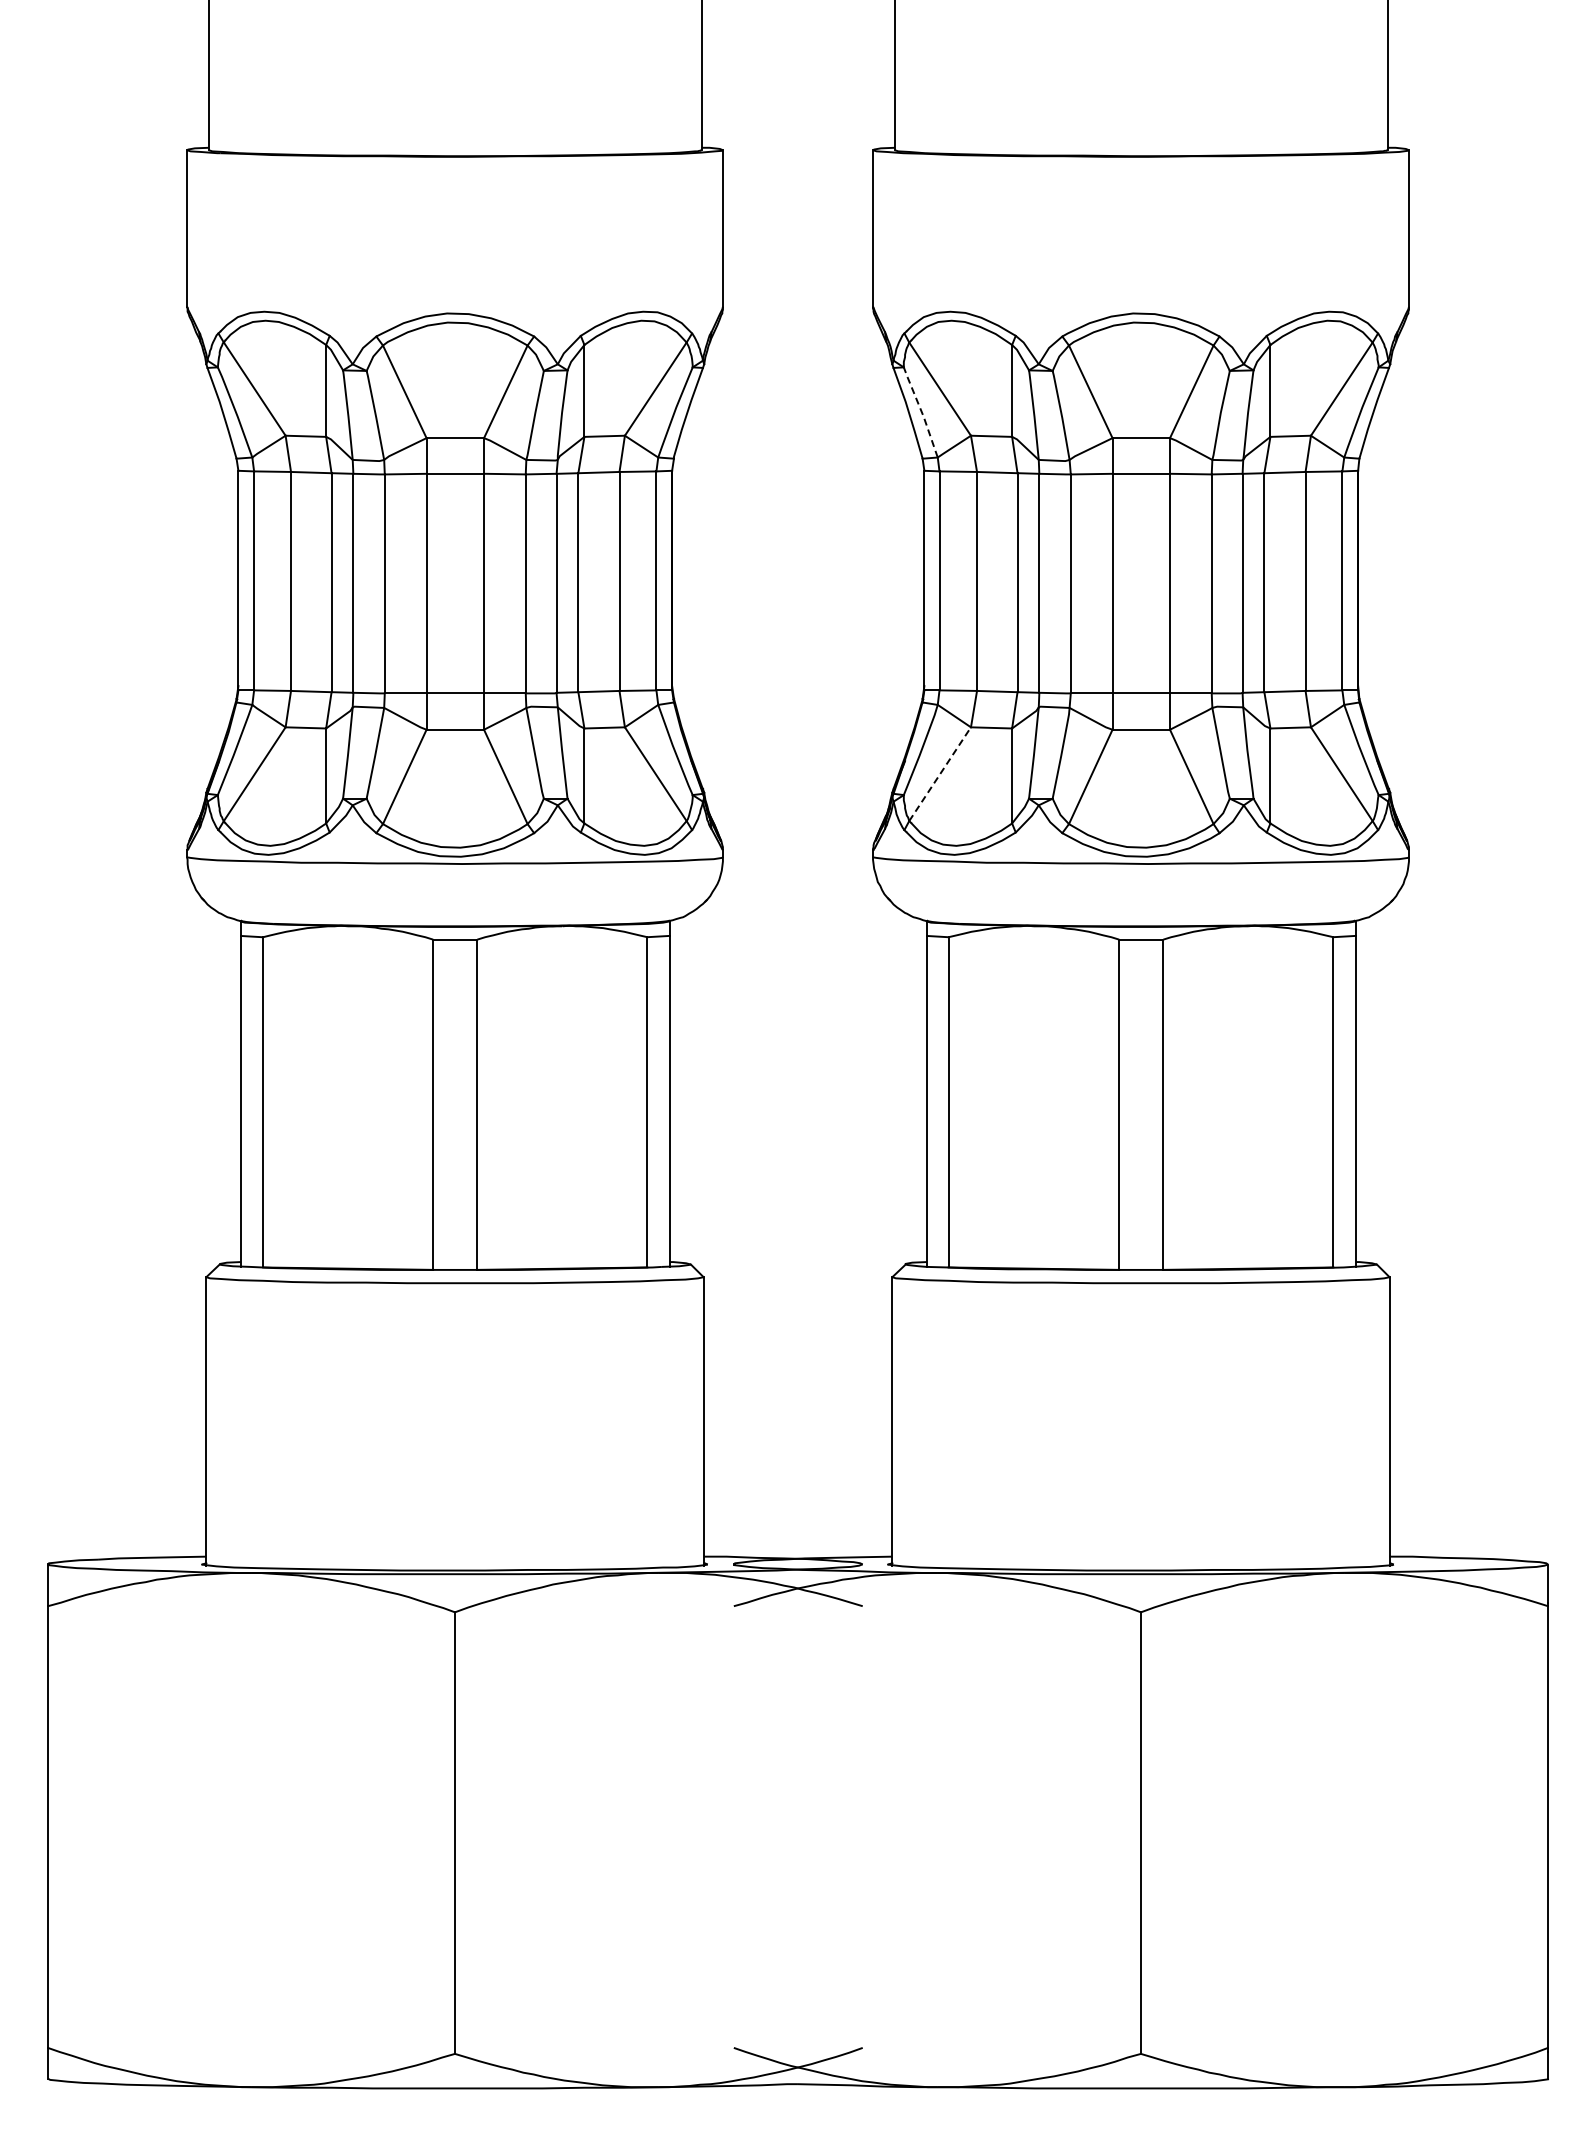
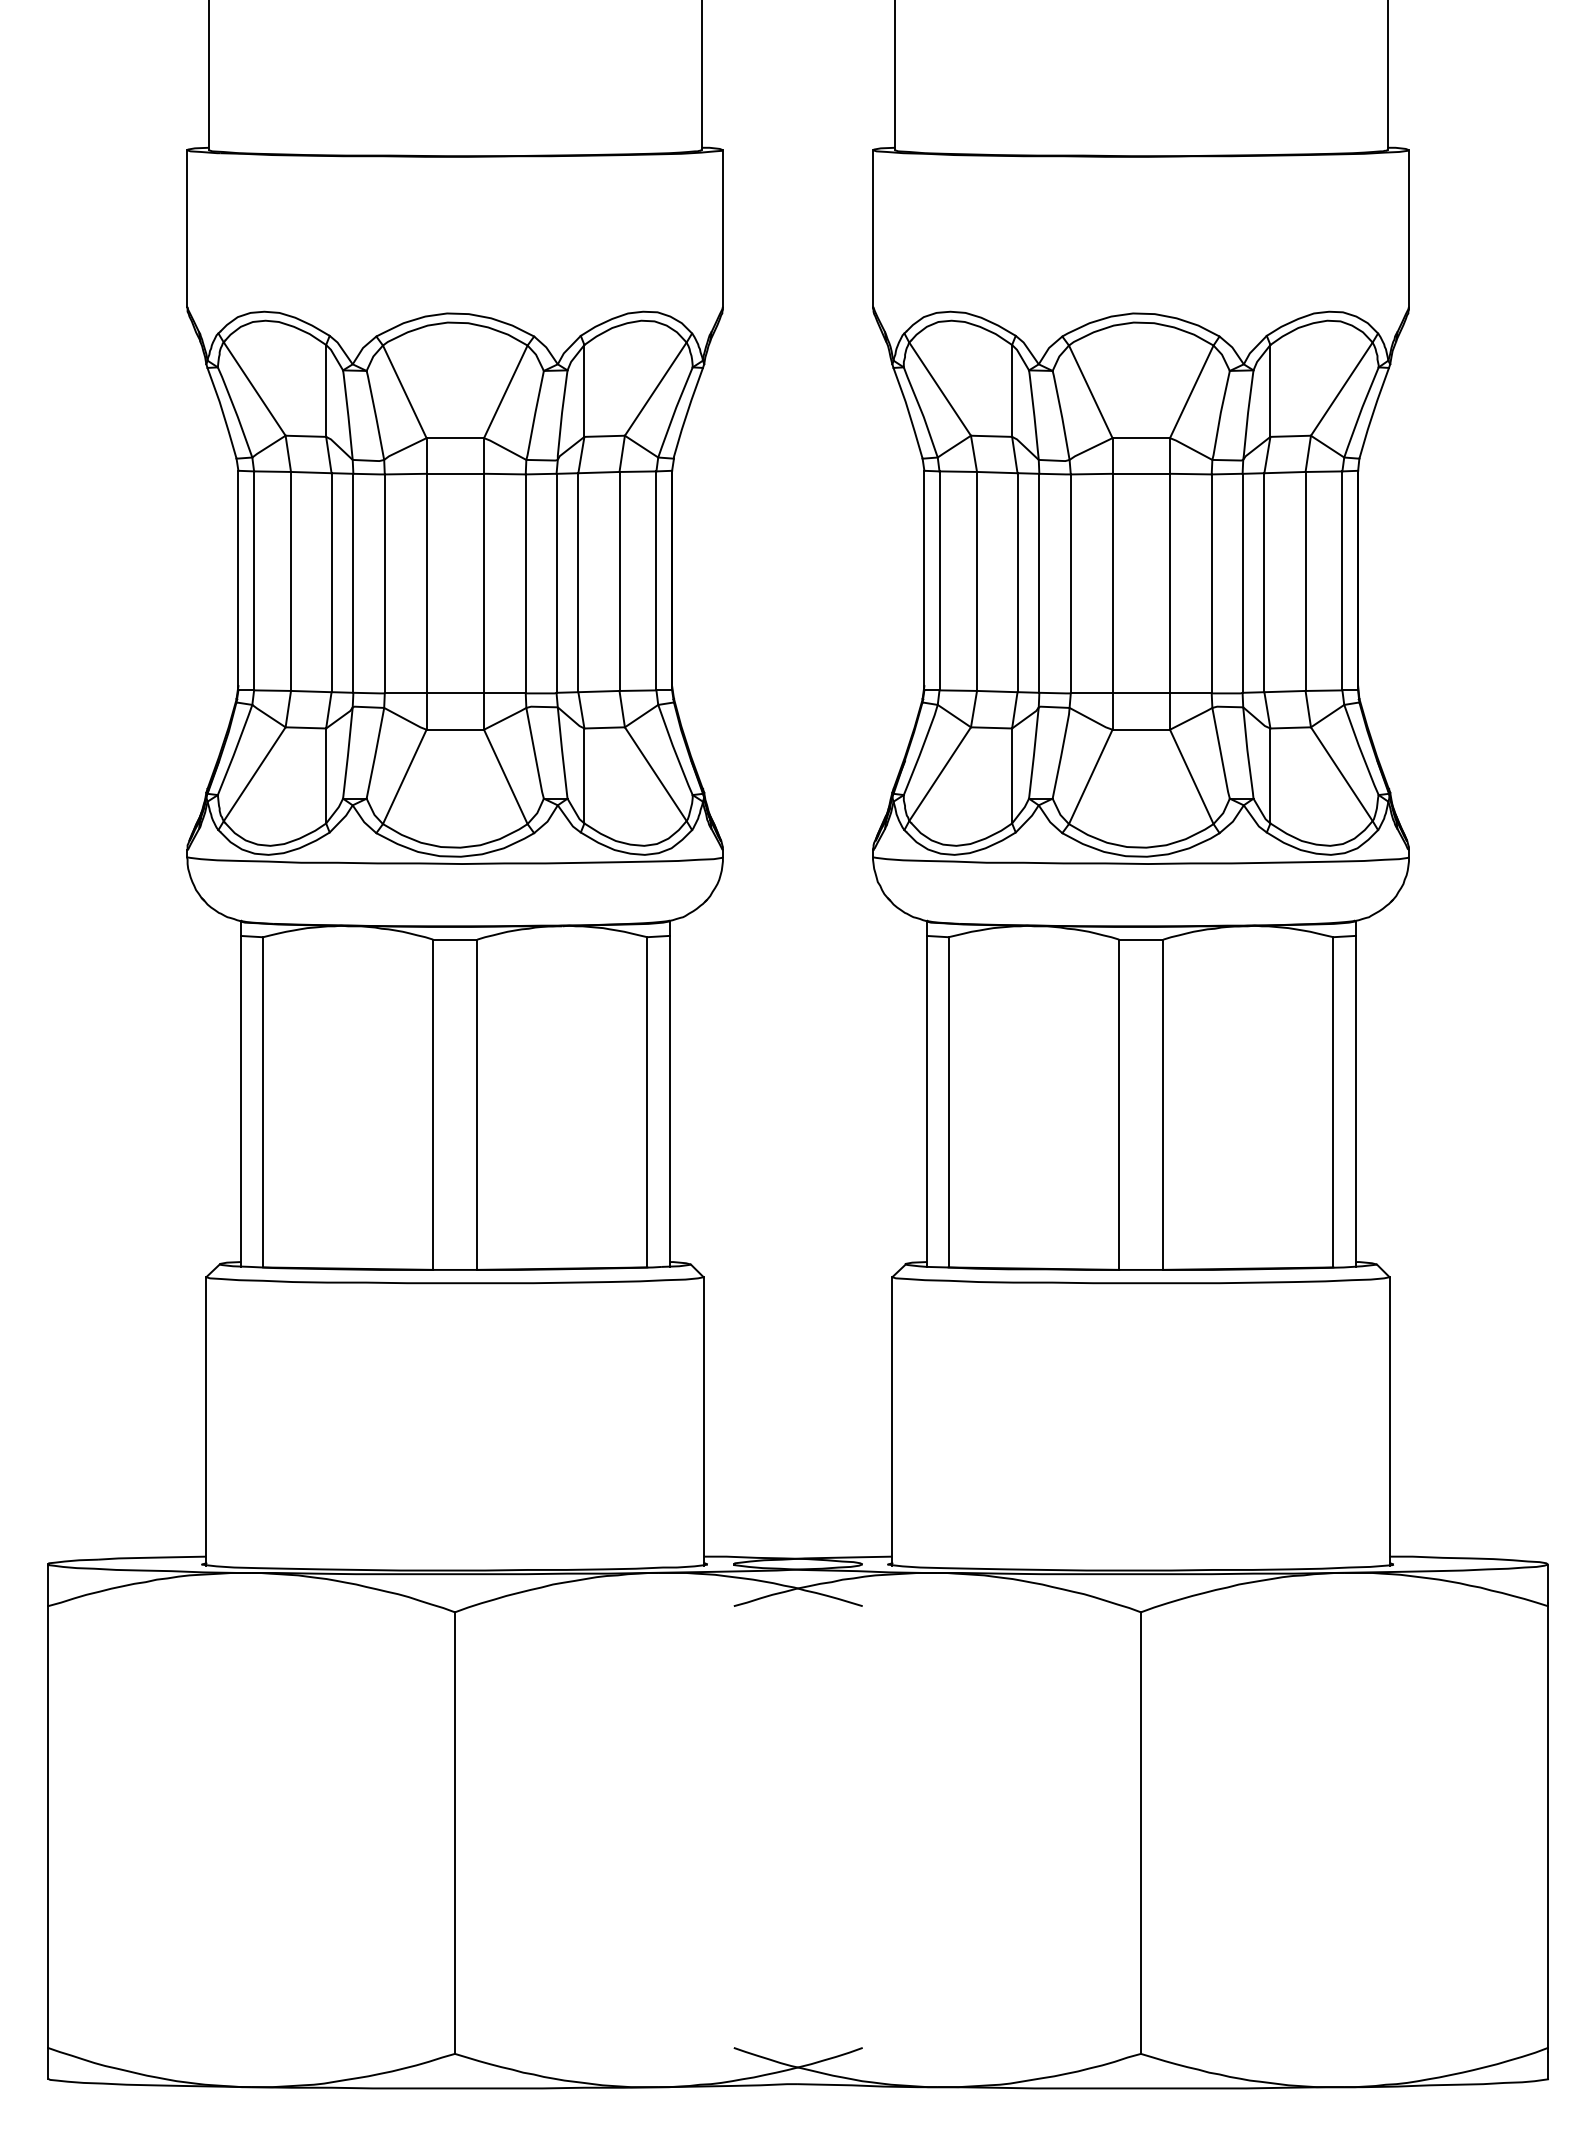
line at (921, 411): dashed -> solid
line at (940, 773): dashed -> solid
